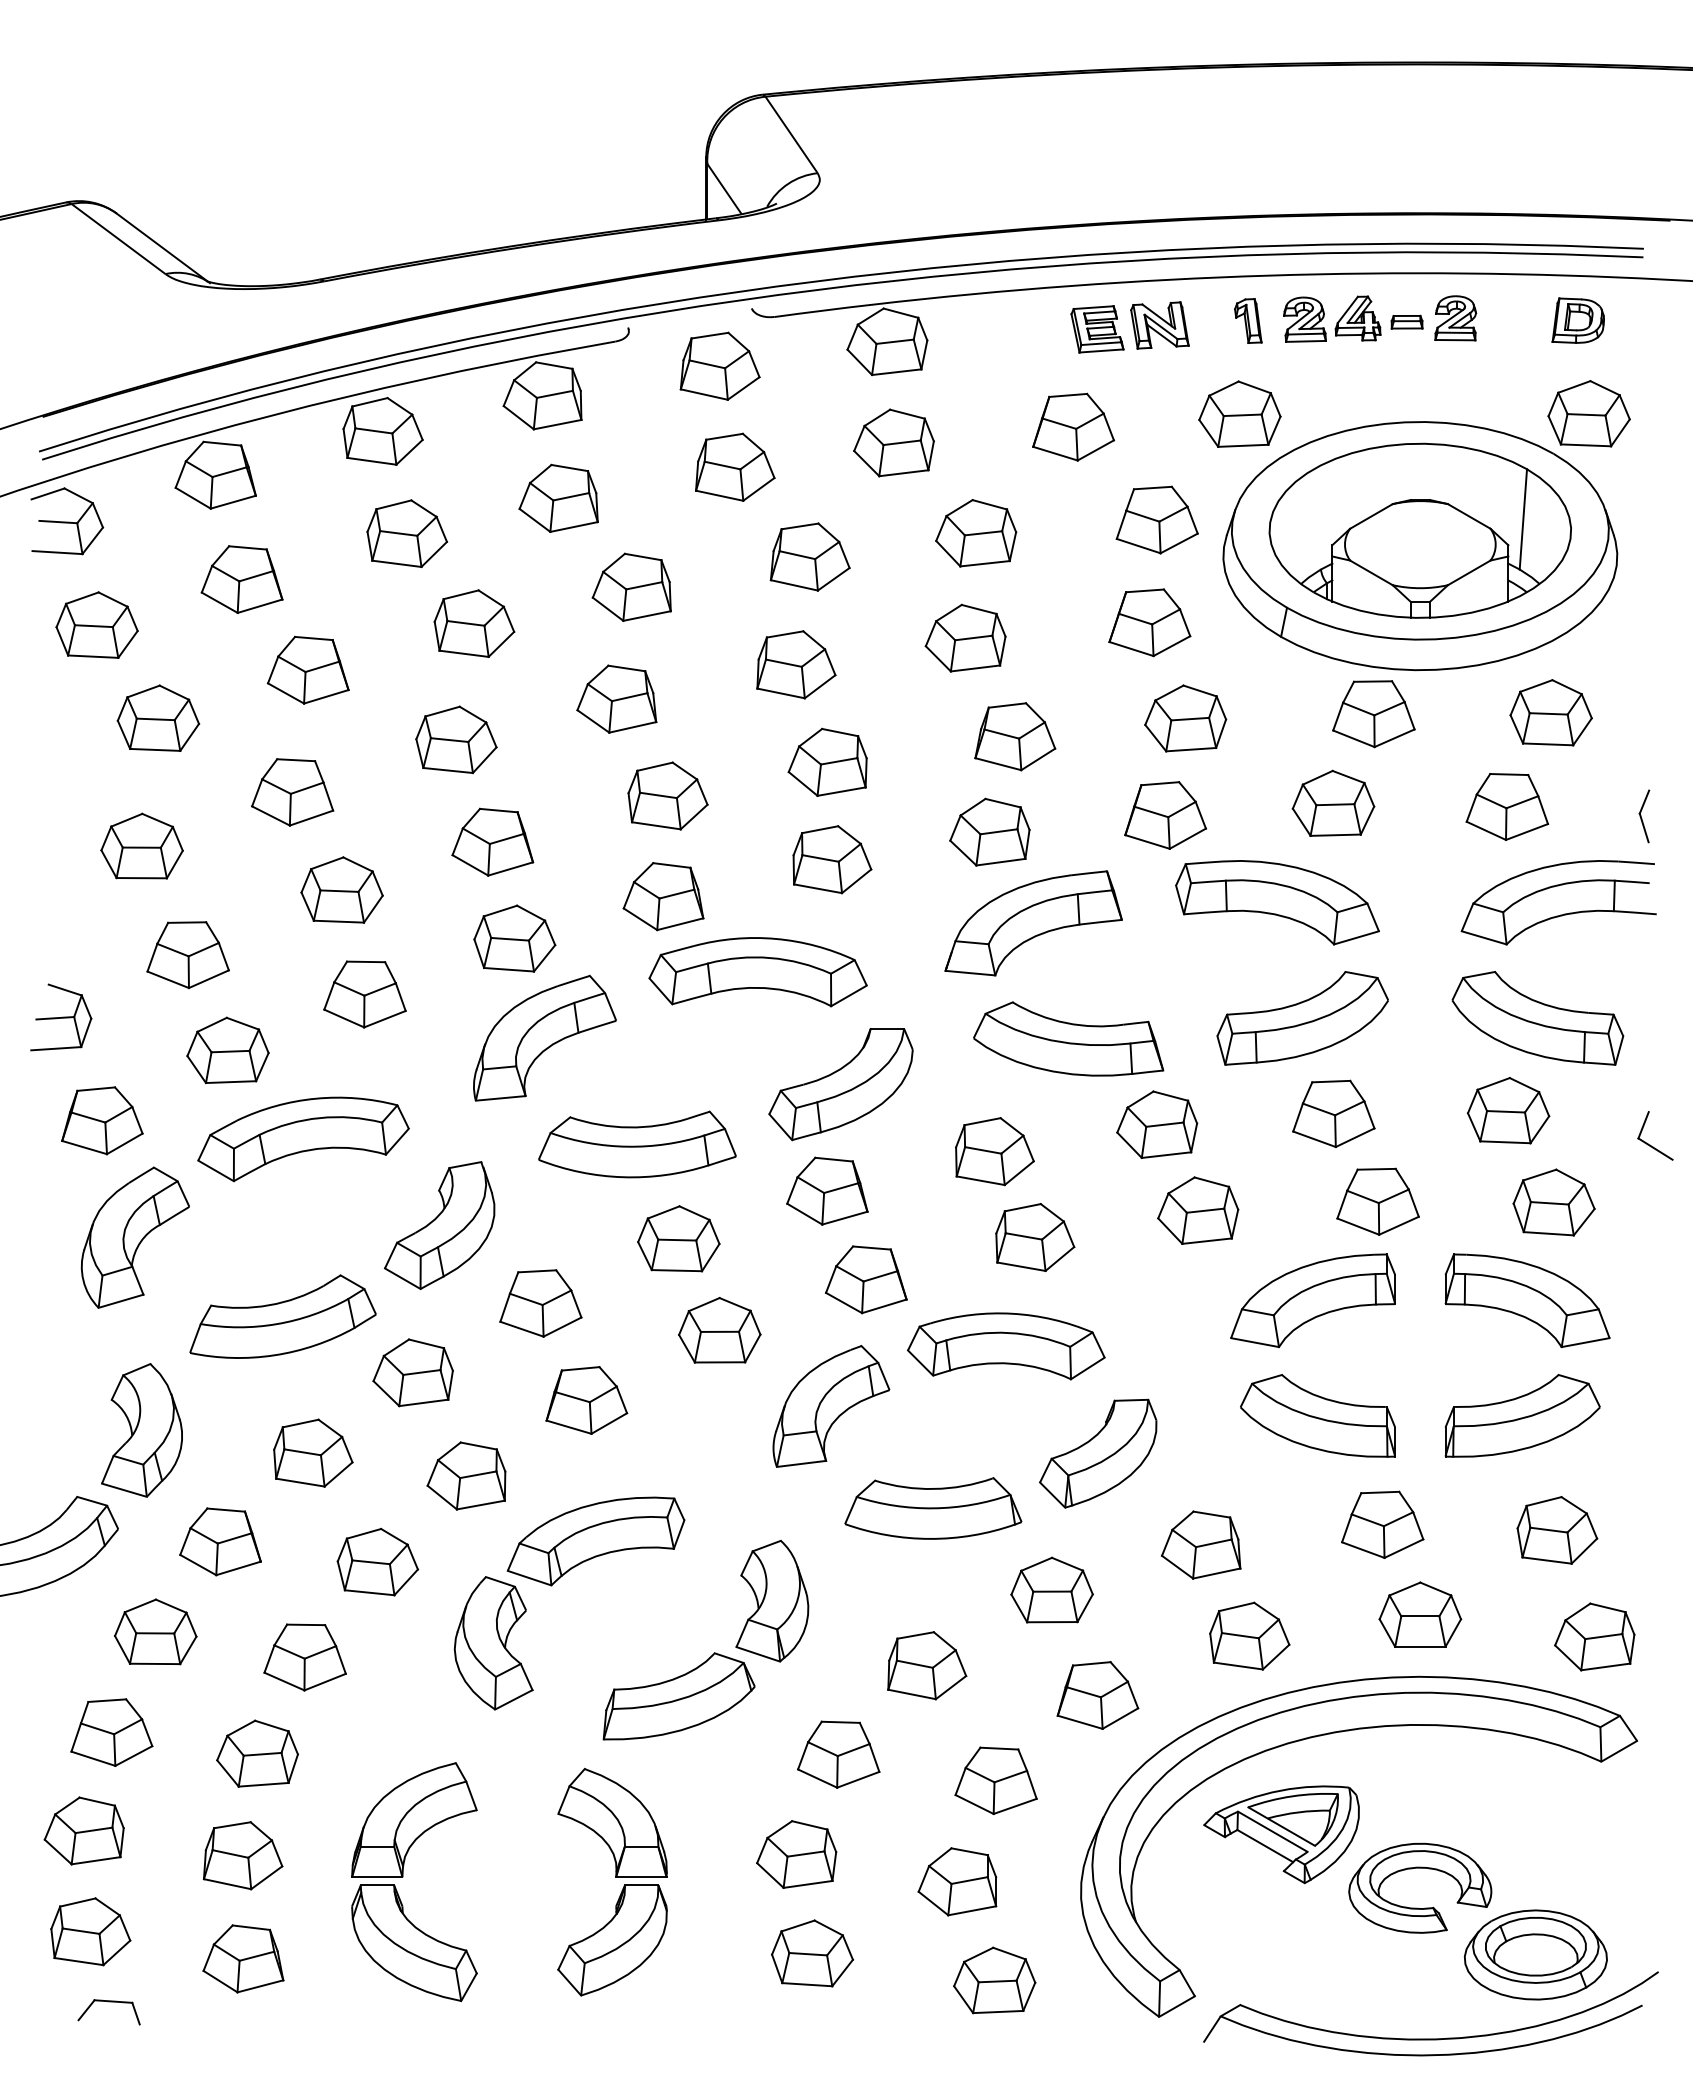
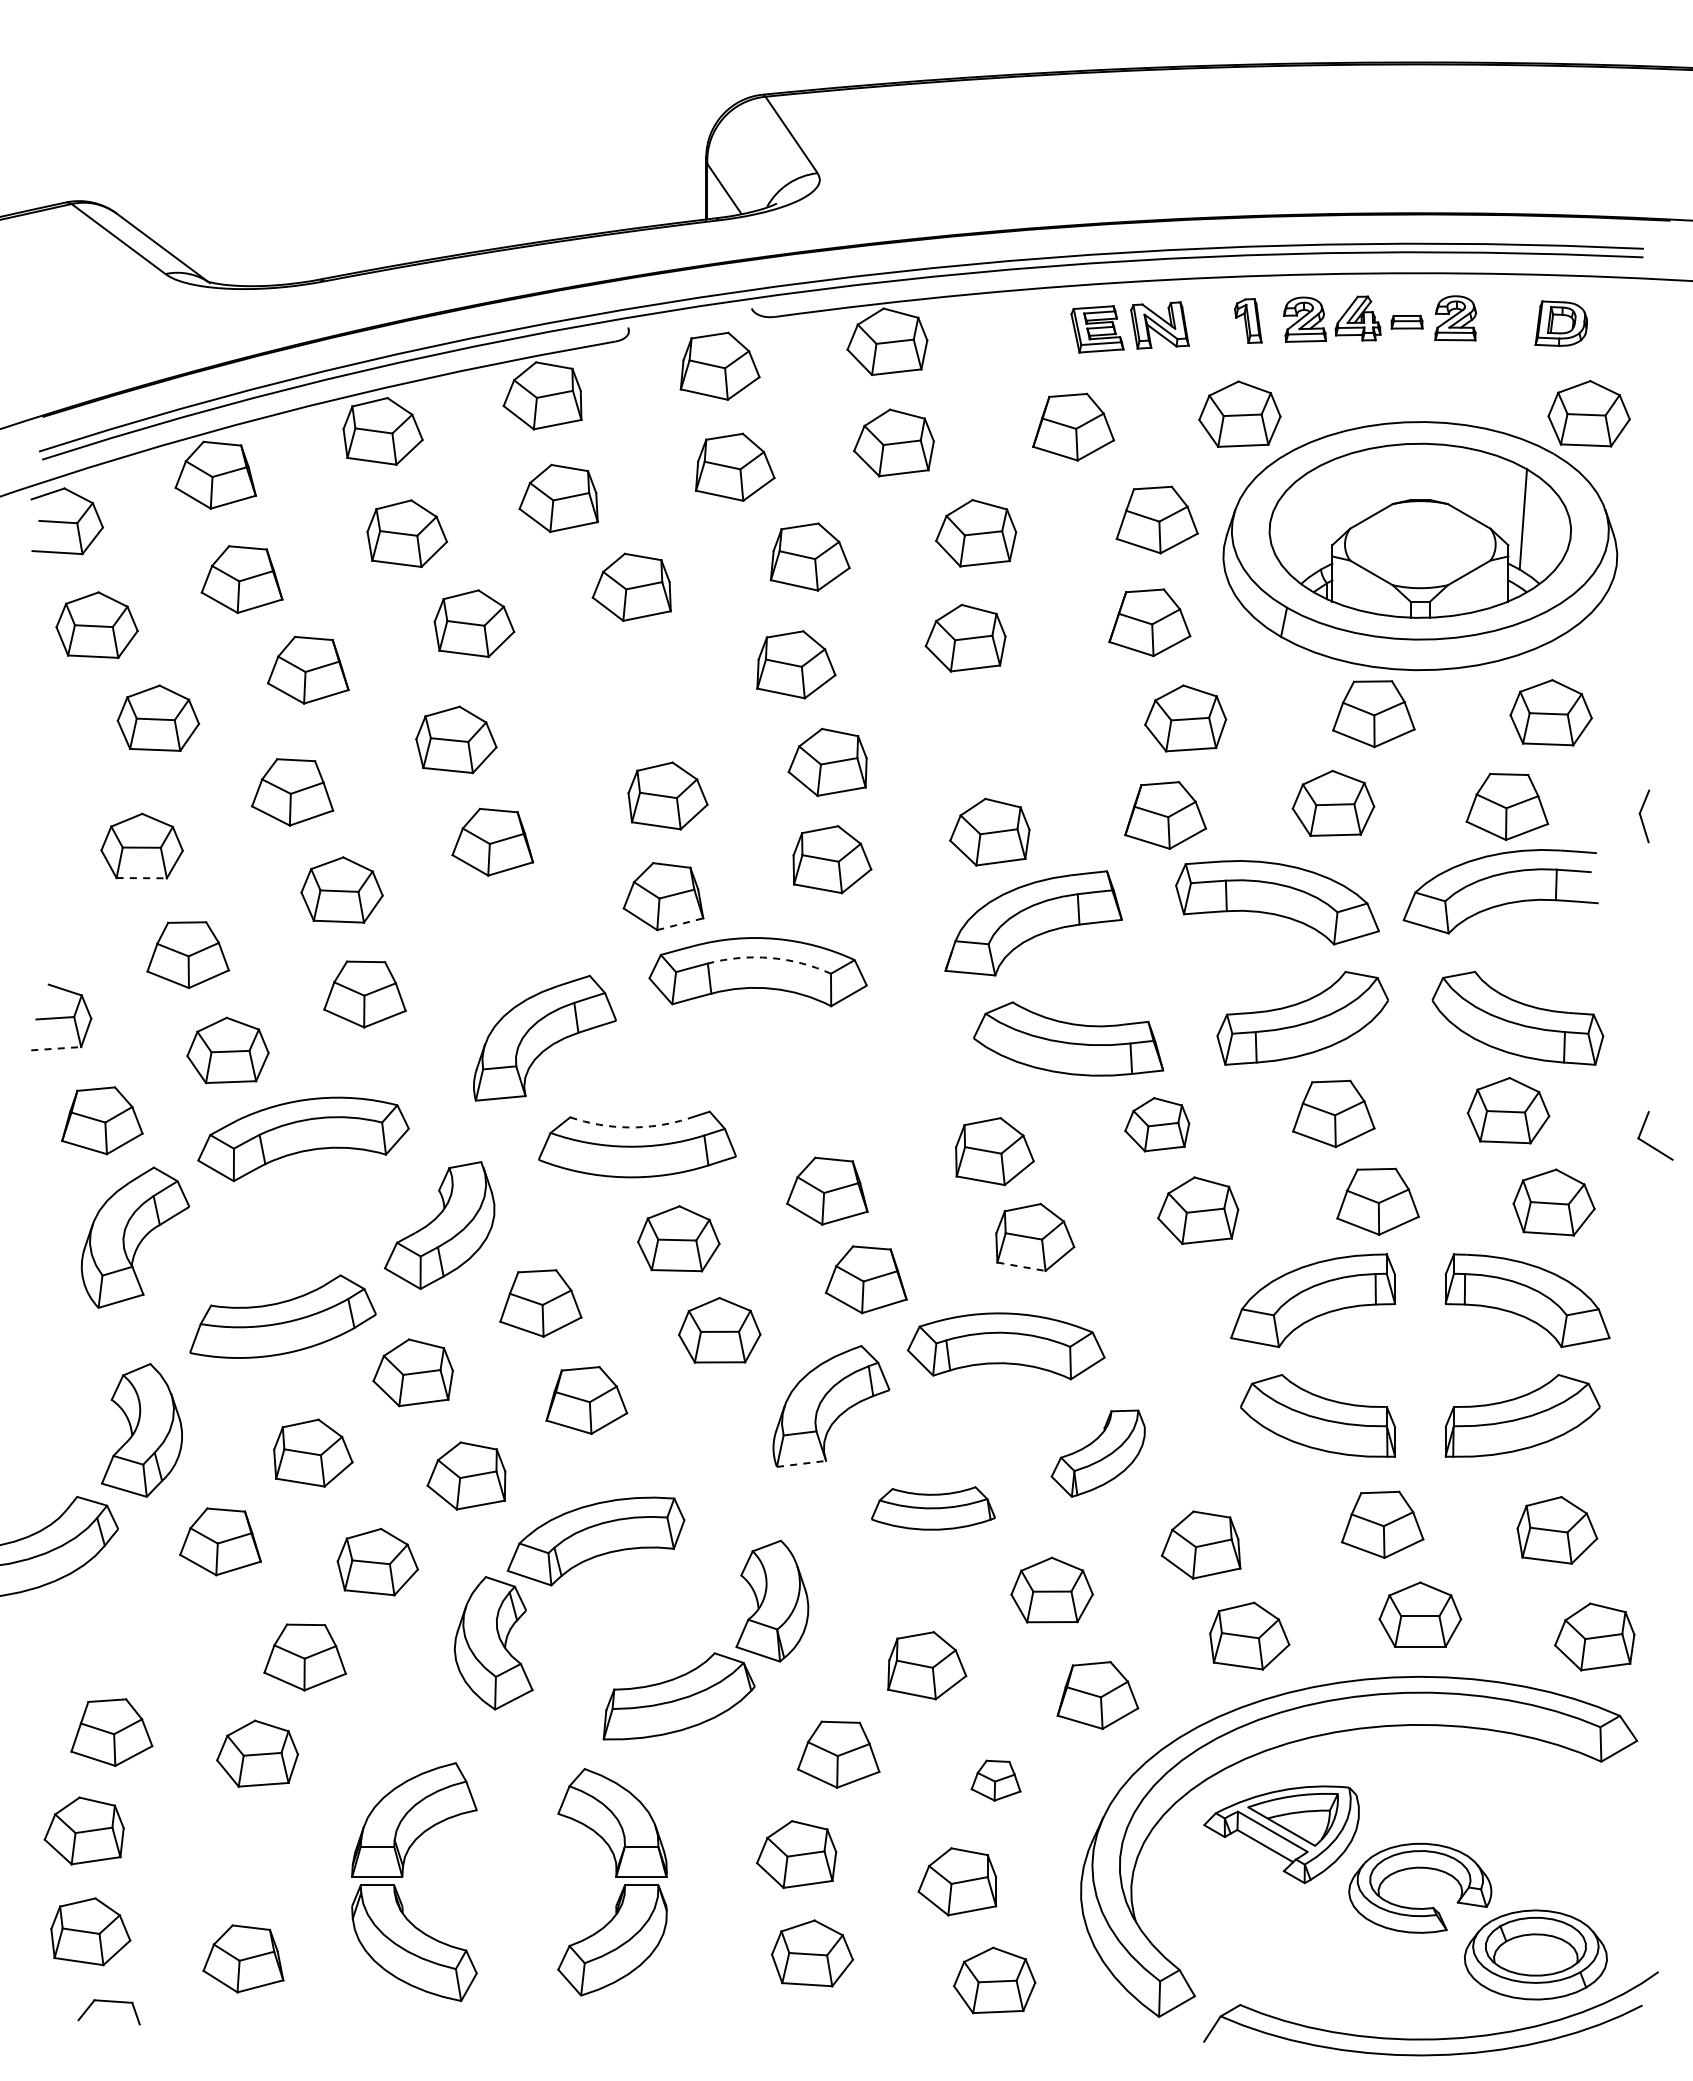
part at (1577, 320) position: (1577, 320) -> (1560, 323)
part at (616, 698): present -> none
part at (1015, 736): present -> none
line at (142, 878): solid -> dashed
part at (1558, 902) position: (1558, 902) -> (1500, 891)
line at (680, 924): solid -> dashed
part at (514, 938): present -> none
arc at (770, 958): solid -> dashed
part at (1537, 1018) position: (1537, 1018) -> (1517, 1018)
line at (56, 1048): solid -> dashed
part at (840, 1084): present -> none
part at (1157, 1124) size: 83x69 px -> 67x56 px
arc at (629, 1127): solid -> dashed
line at (1021, 1266): solid -> dashed
part at (1098, 1453) size: 119x111 px -> 96x89 px
line at (801, 1463): solid -> dashed
part at (933, 1508) size: 179x63 px -> 125x45 px
part at (155, 1631): present -> none
part at (995, 1780) size: 84x69 px -> 52x43 px
part at (242, 1855): present -> none
